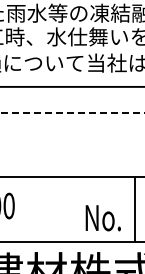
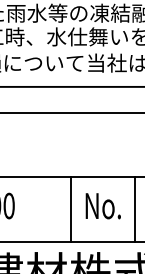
line at (72, 112): dashed -> solid
line at (70, 209): none -> present
text at (102, 218) position: (102, 218) -> (102, 206)
